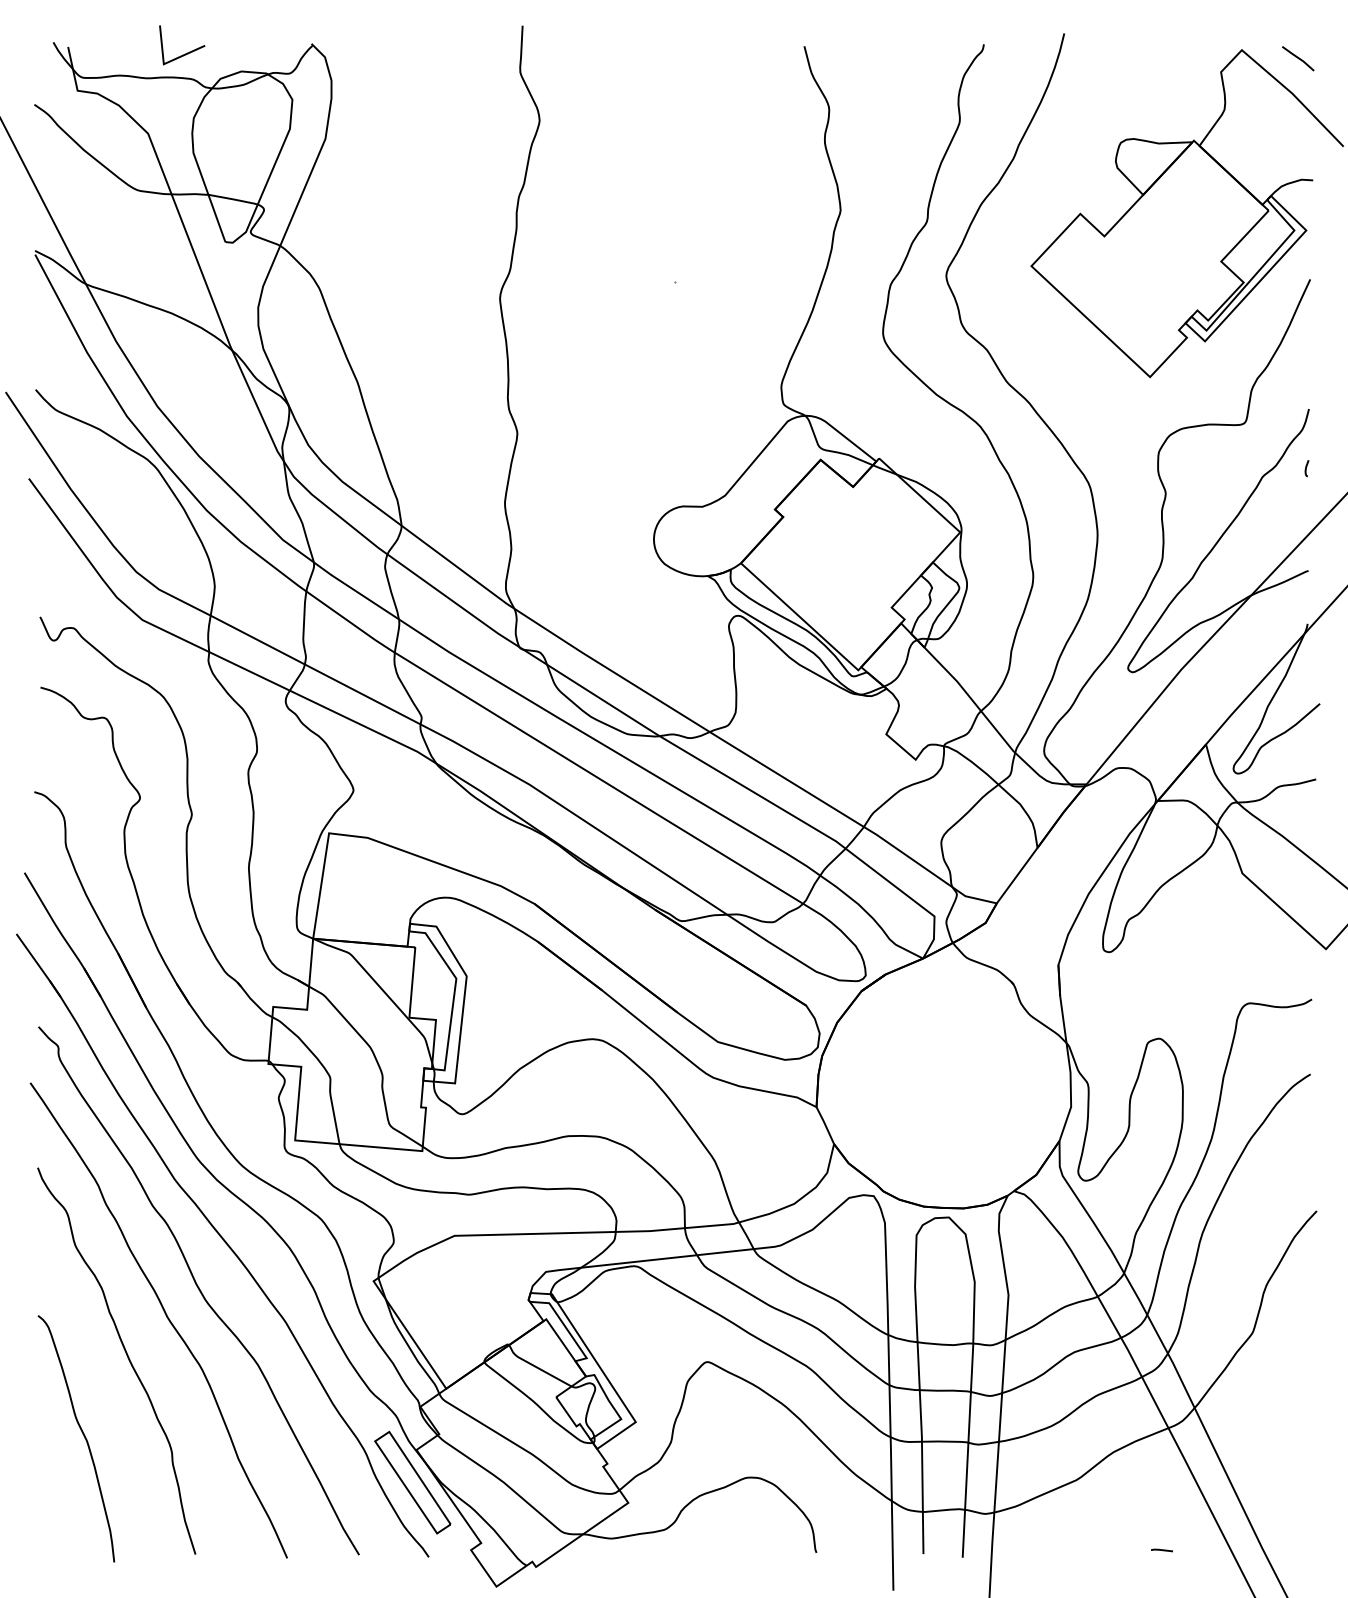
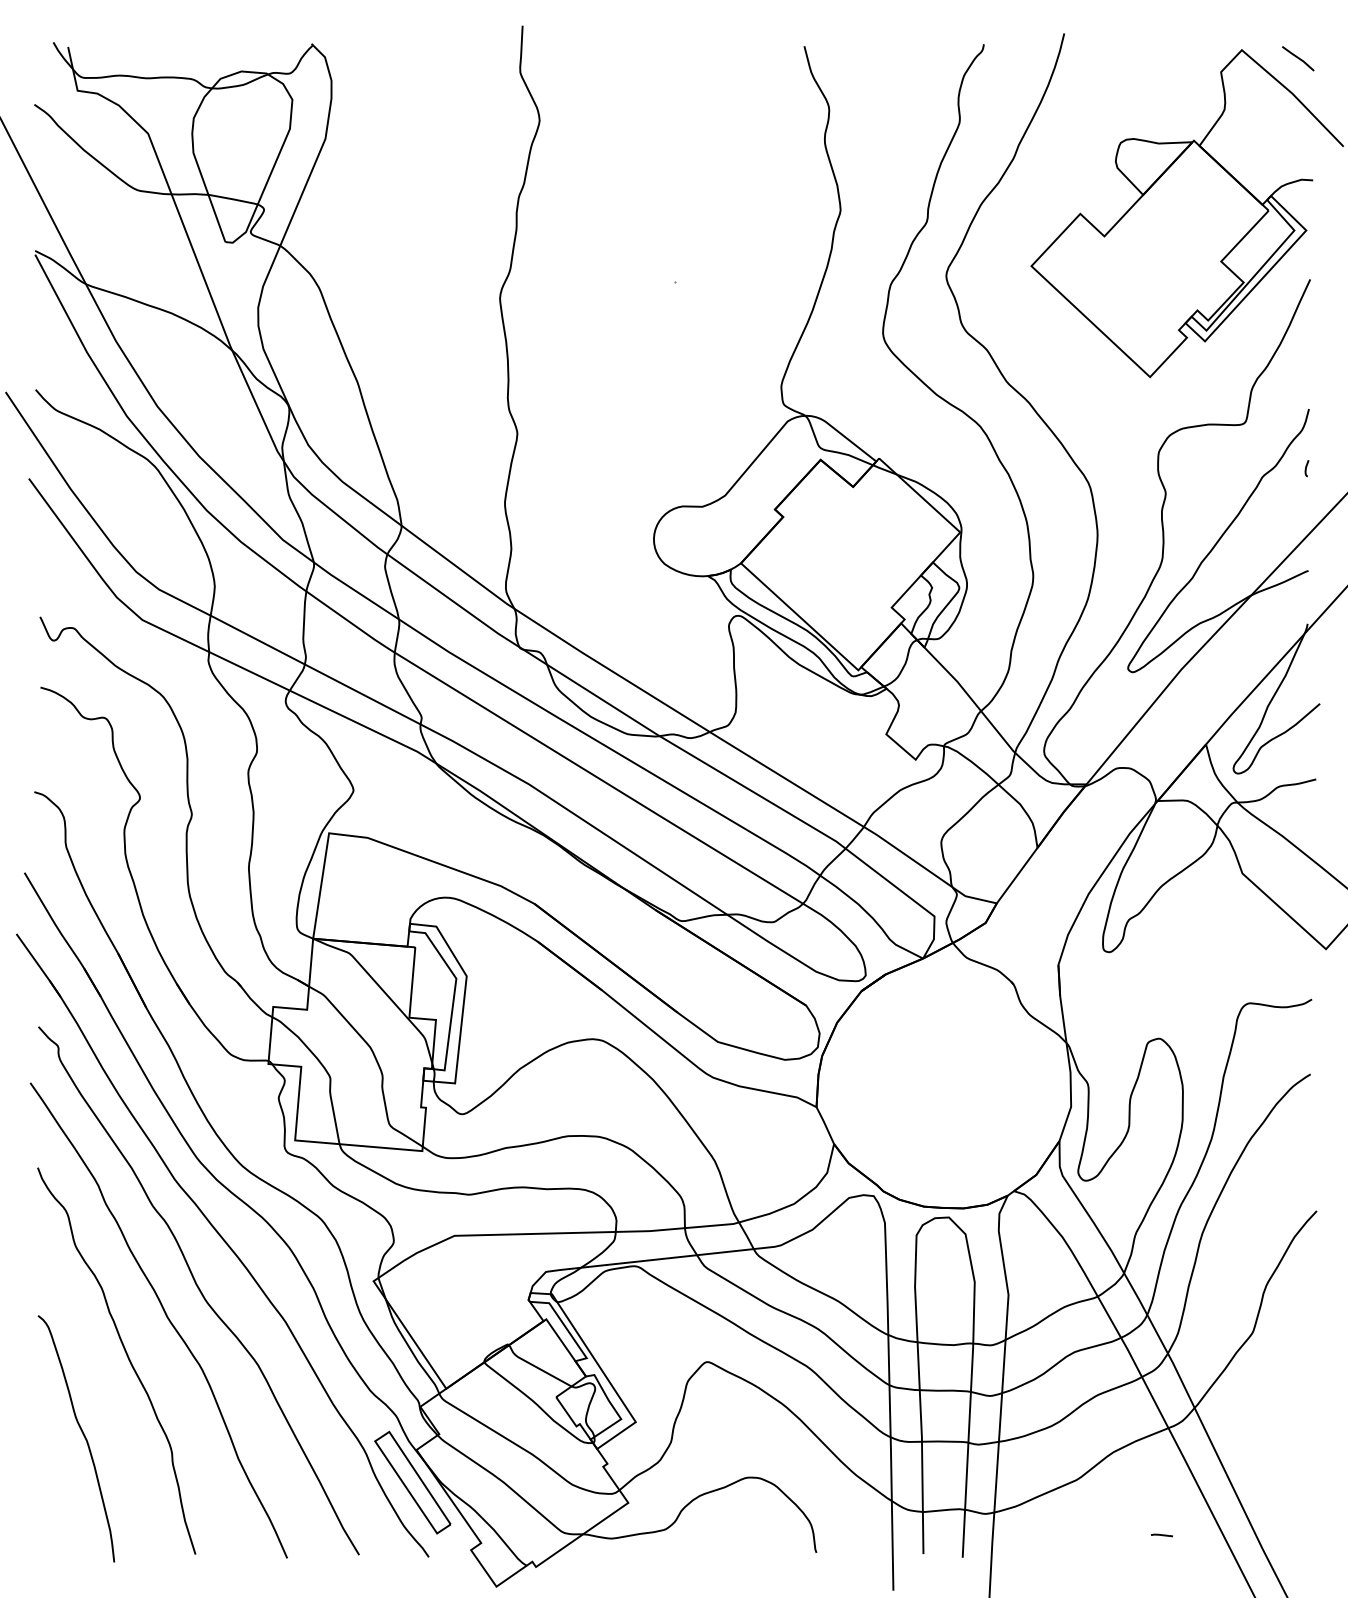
line at (185, 53): present -> none
line at (1161, 1550) position: (1161, 1550) -> (1161, 1535)
